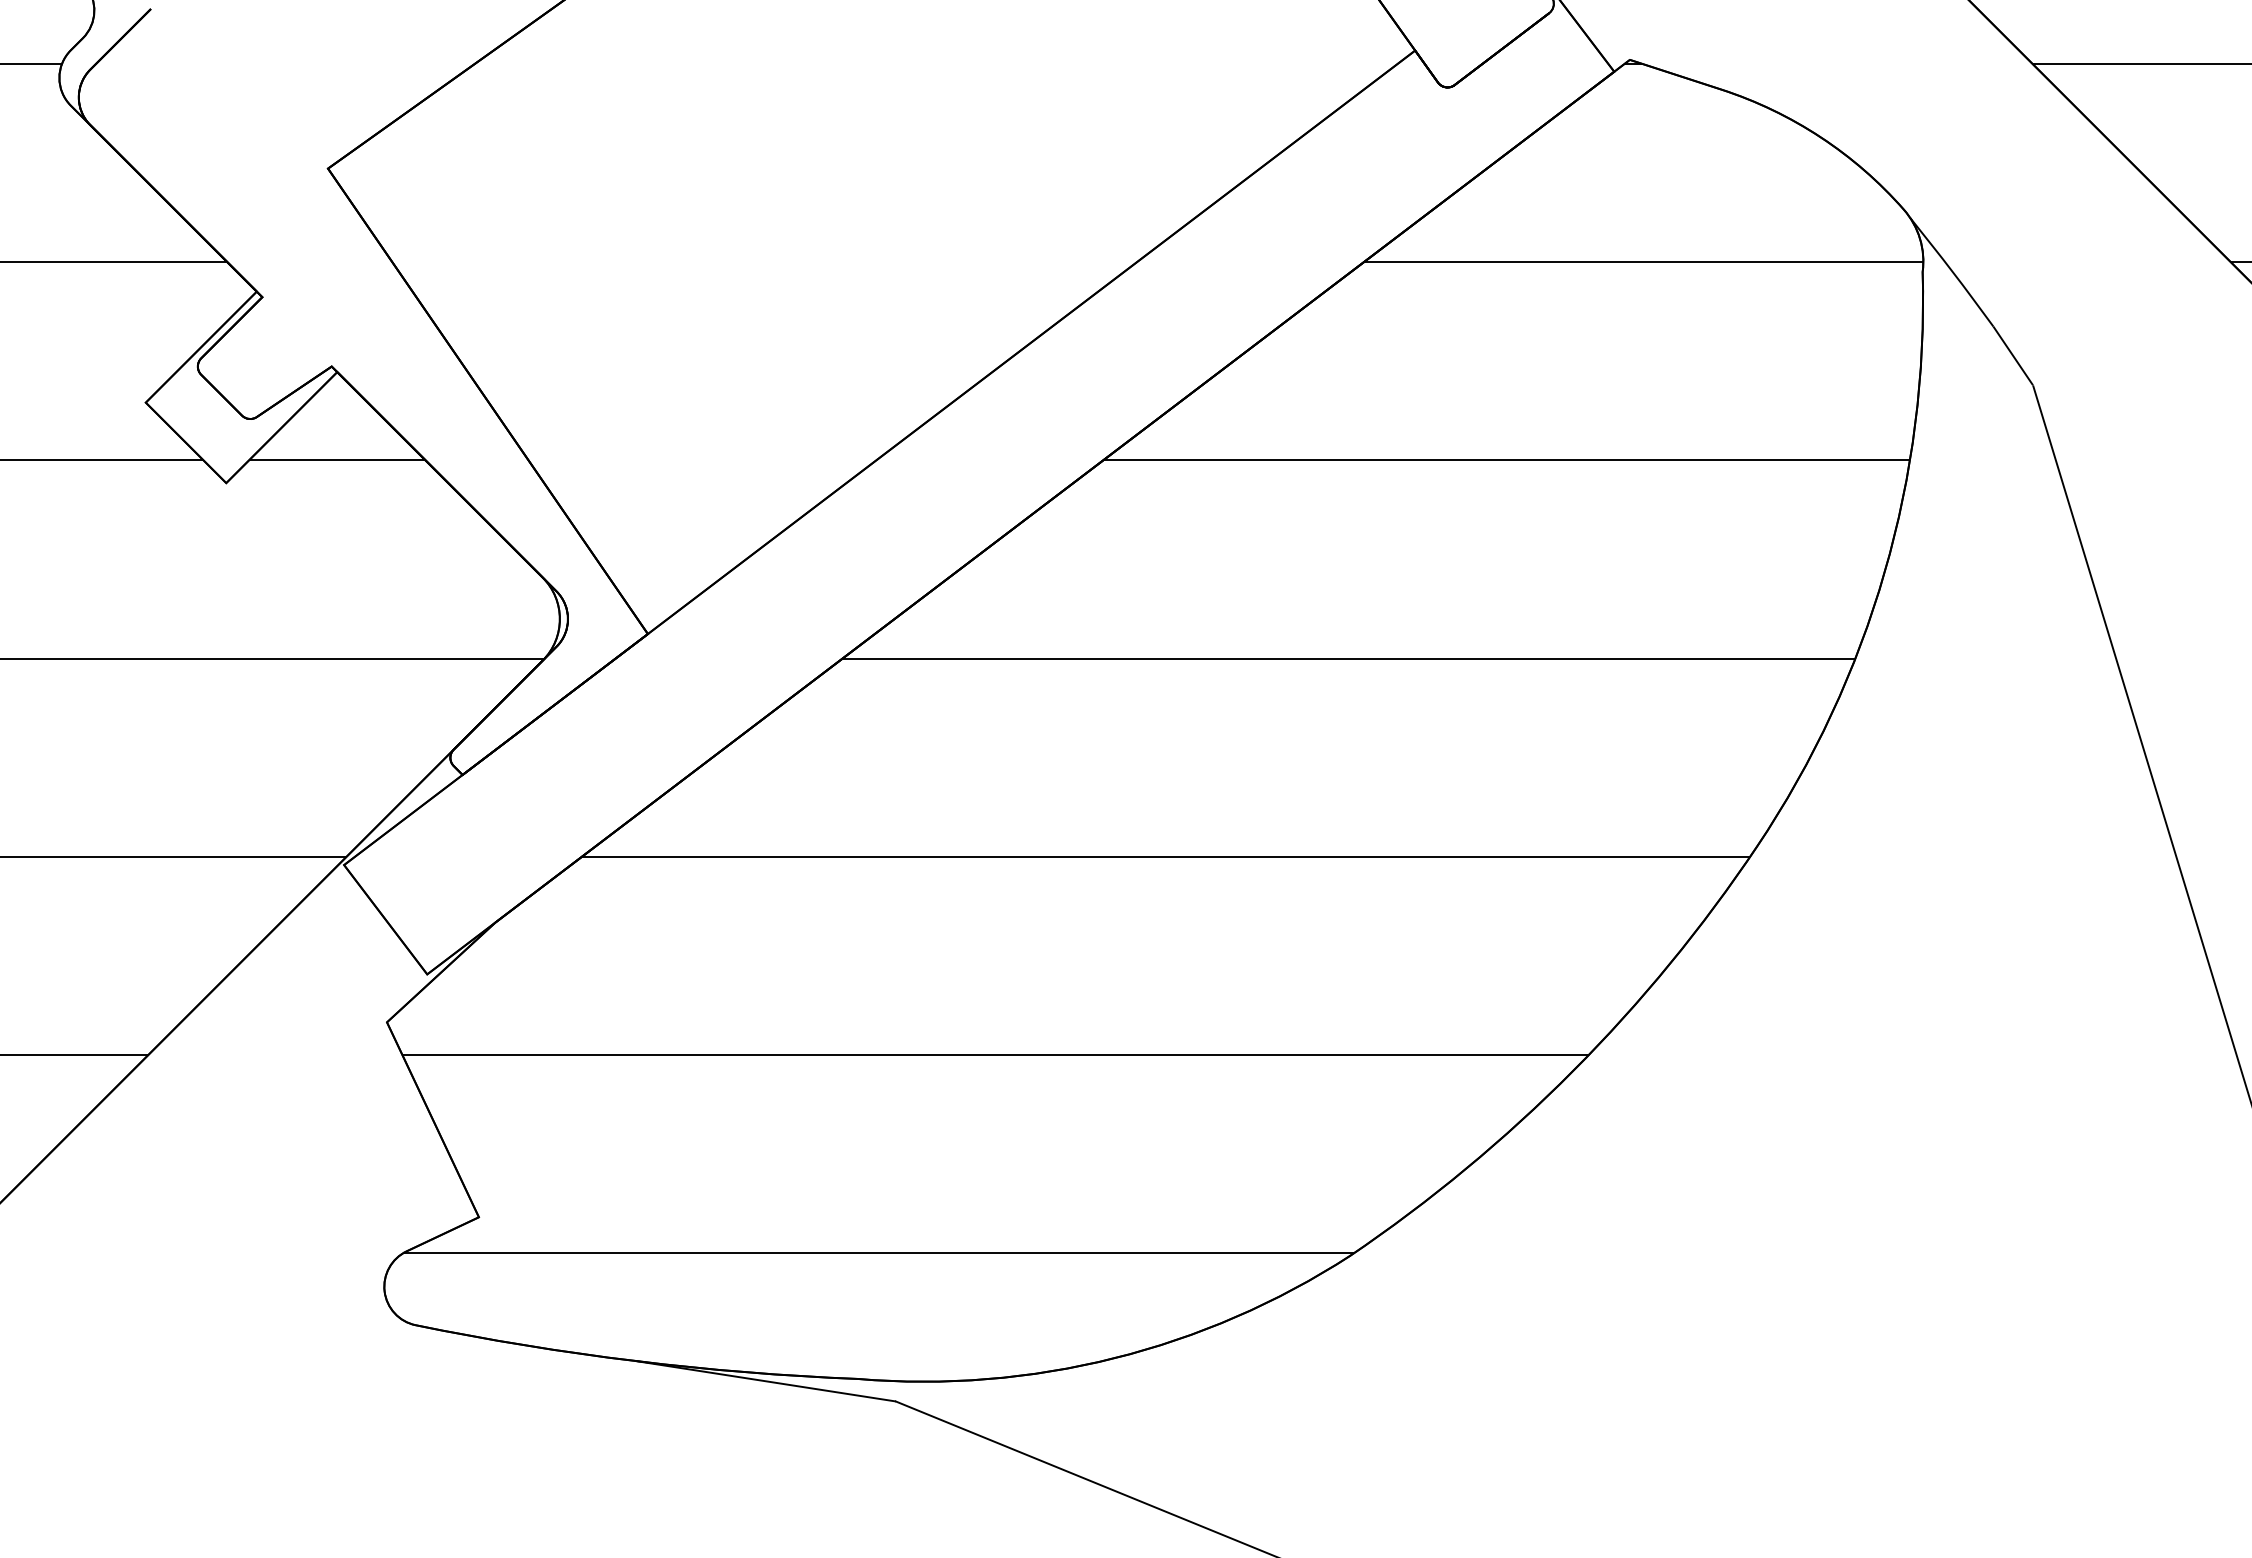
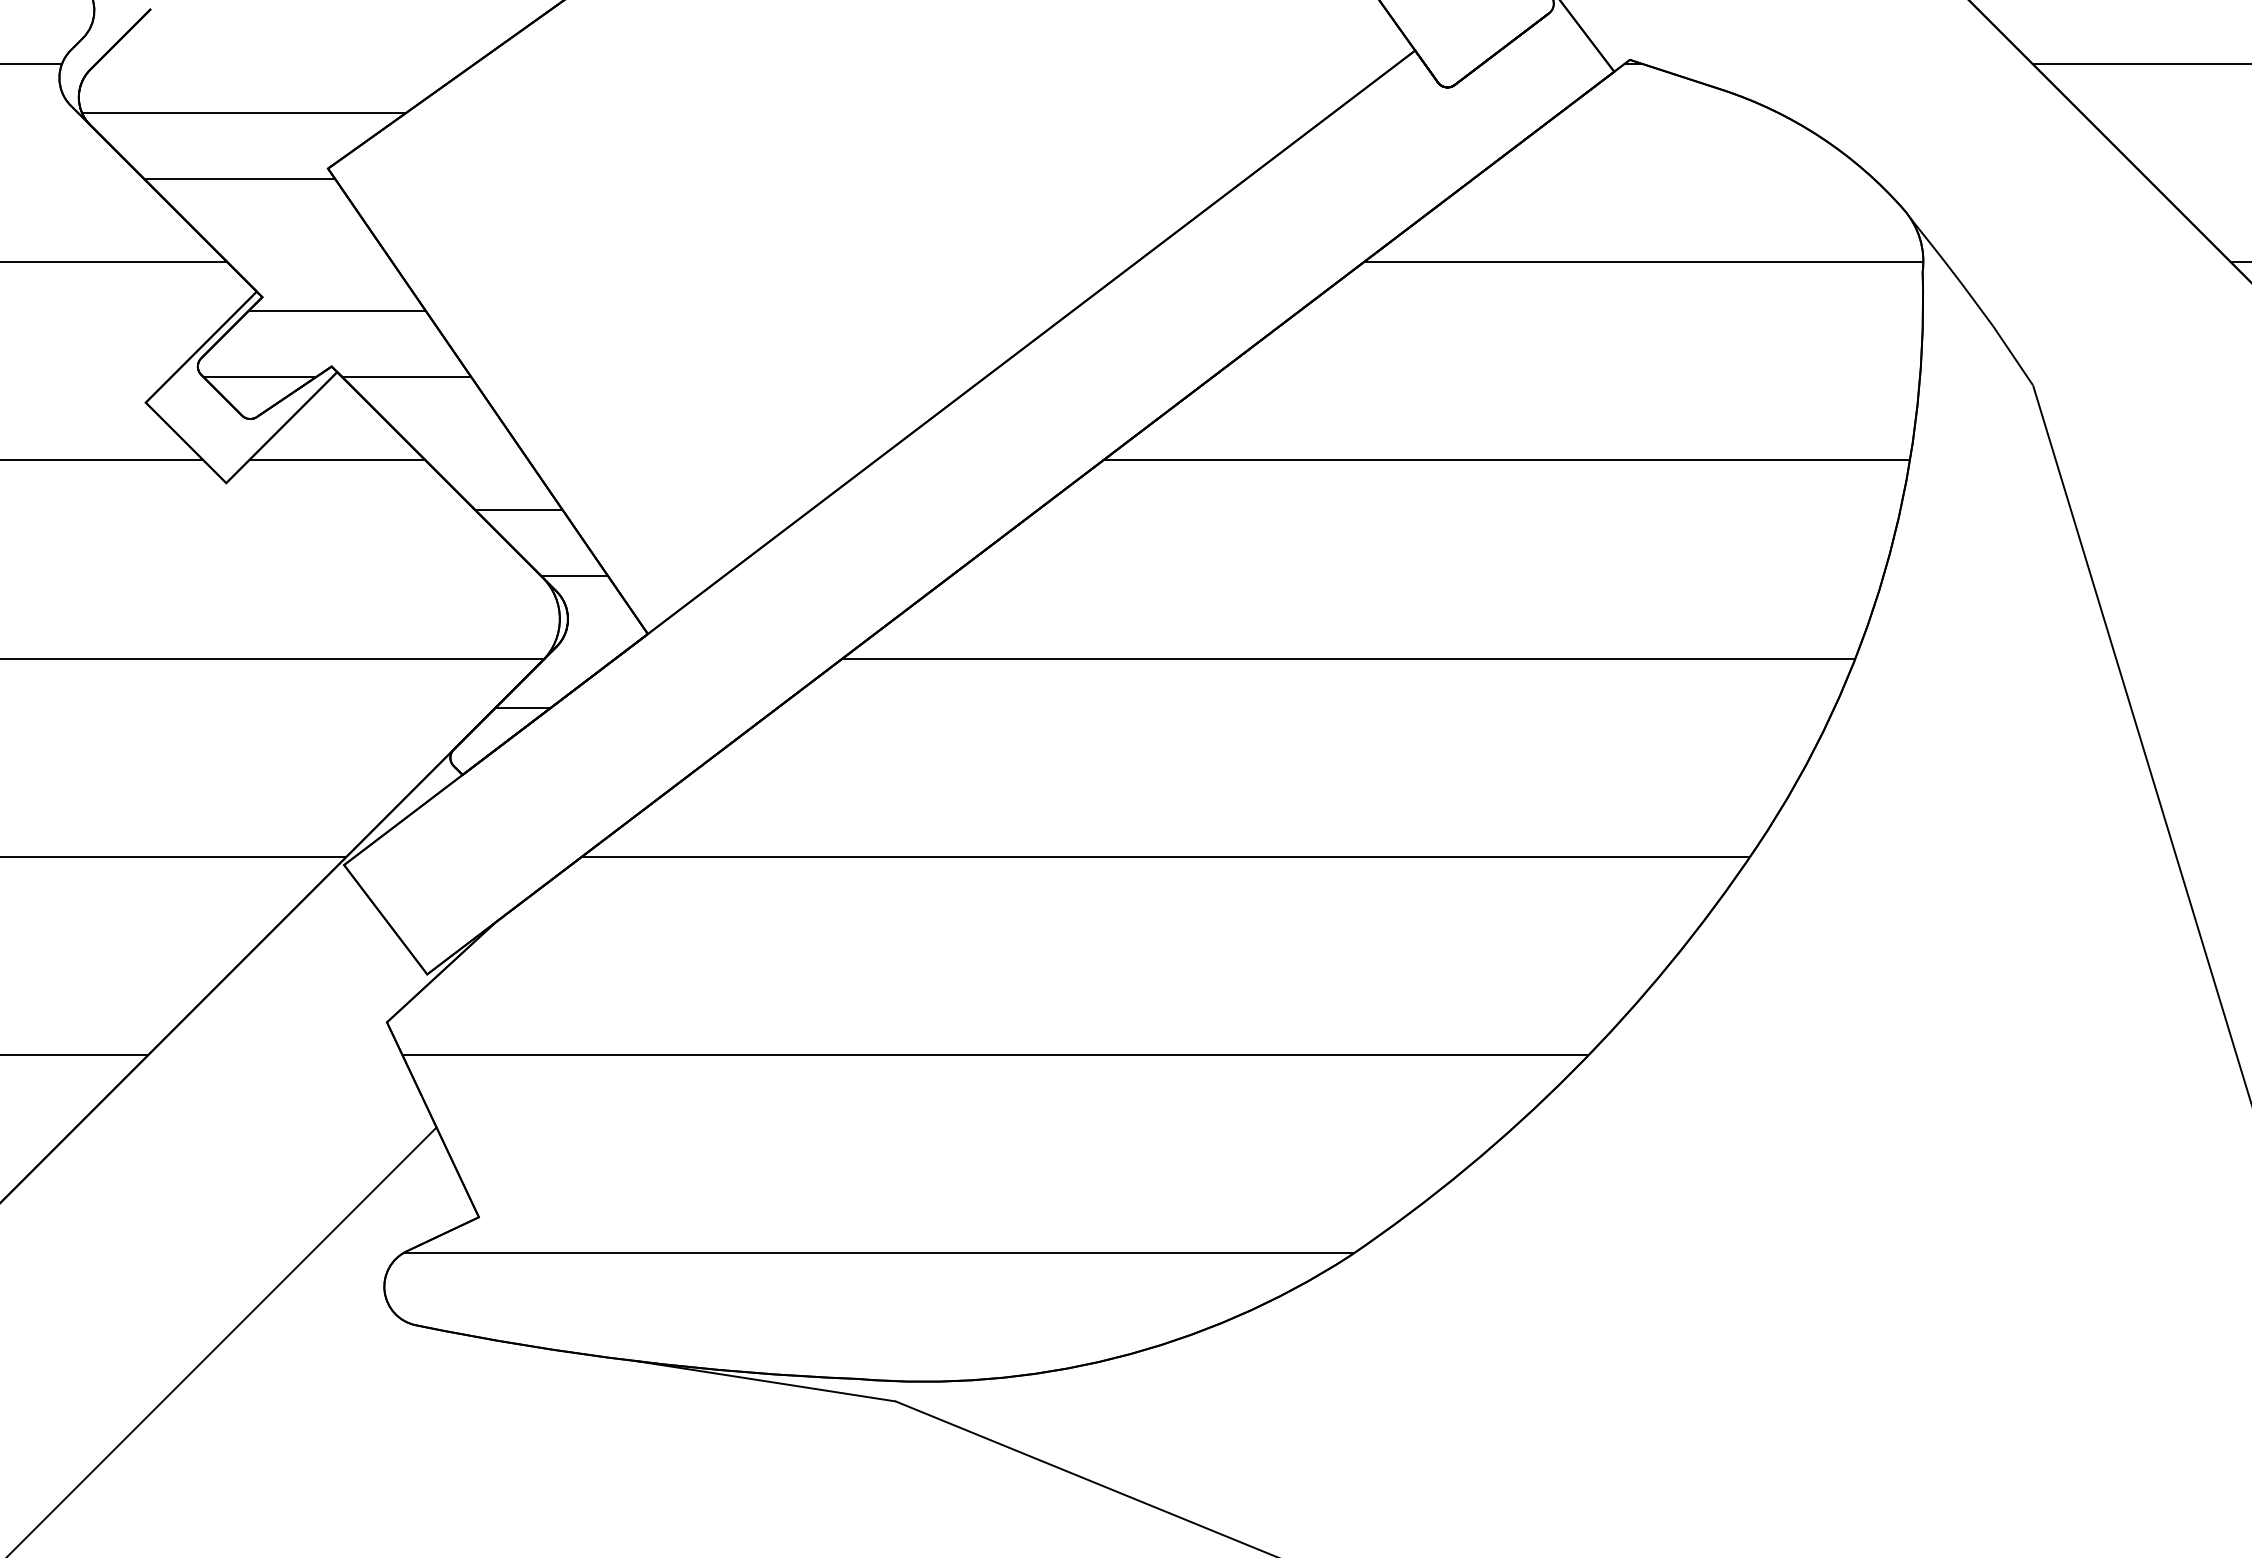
hatch at (344, 443): none -> present
line at (222, 1340): none -> present
